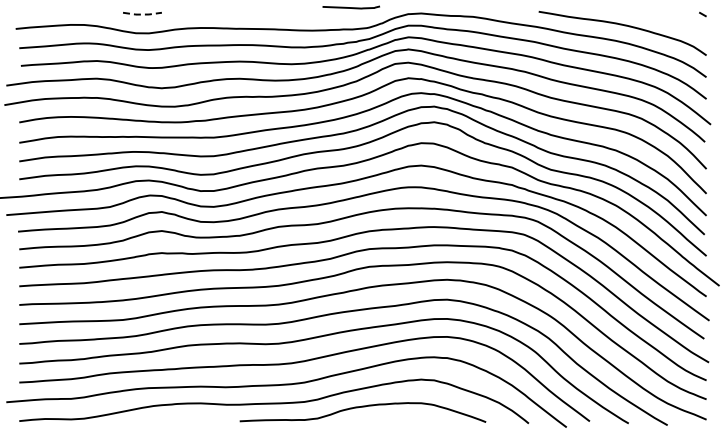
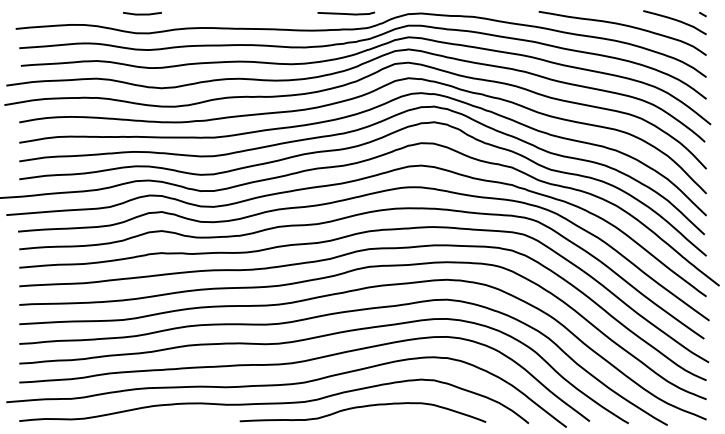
curve at (350, 7) position: (350, 7) -> (345, 13)
line at (142, 14): dashed -> solid
curve at (674, 20): none -> present
